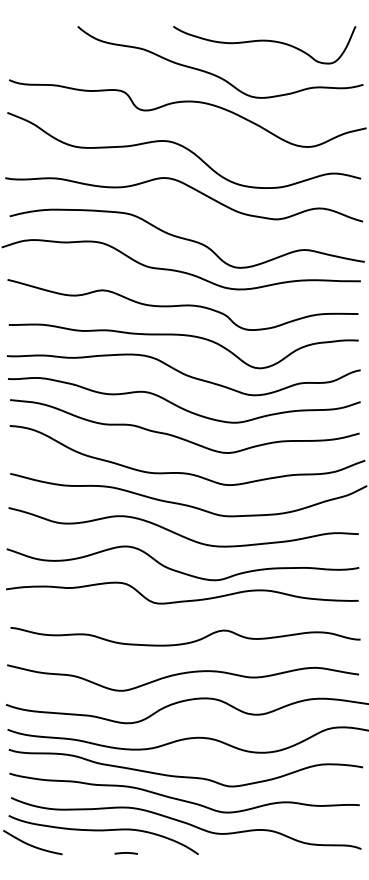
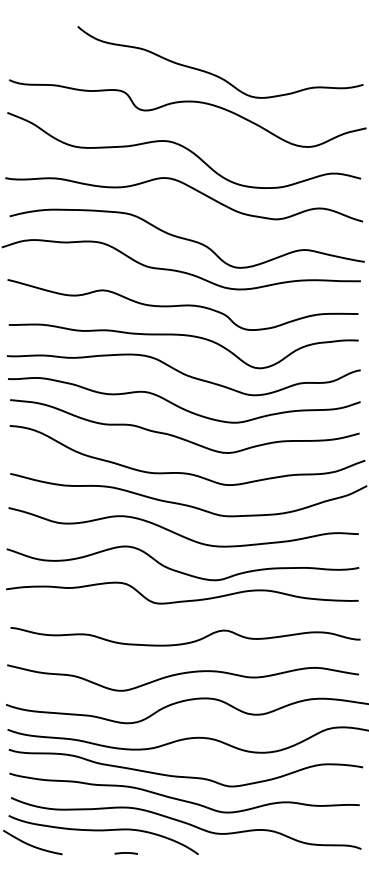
curve at (264, 41): present -> none
